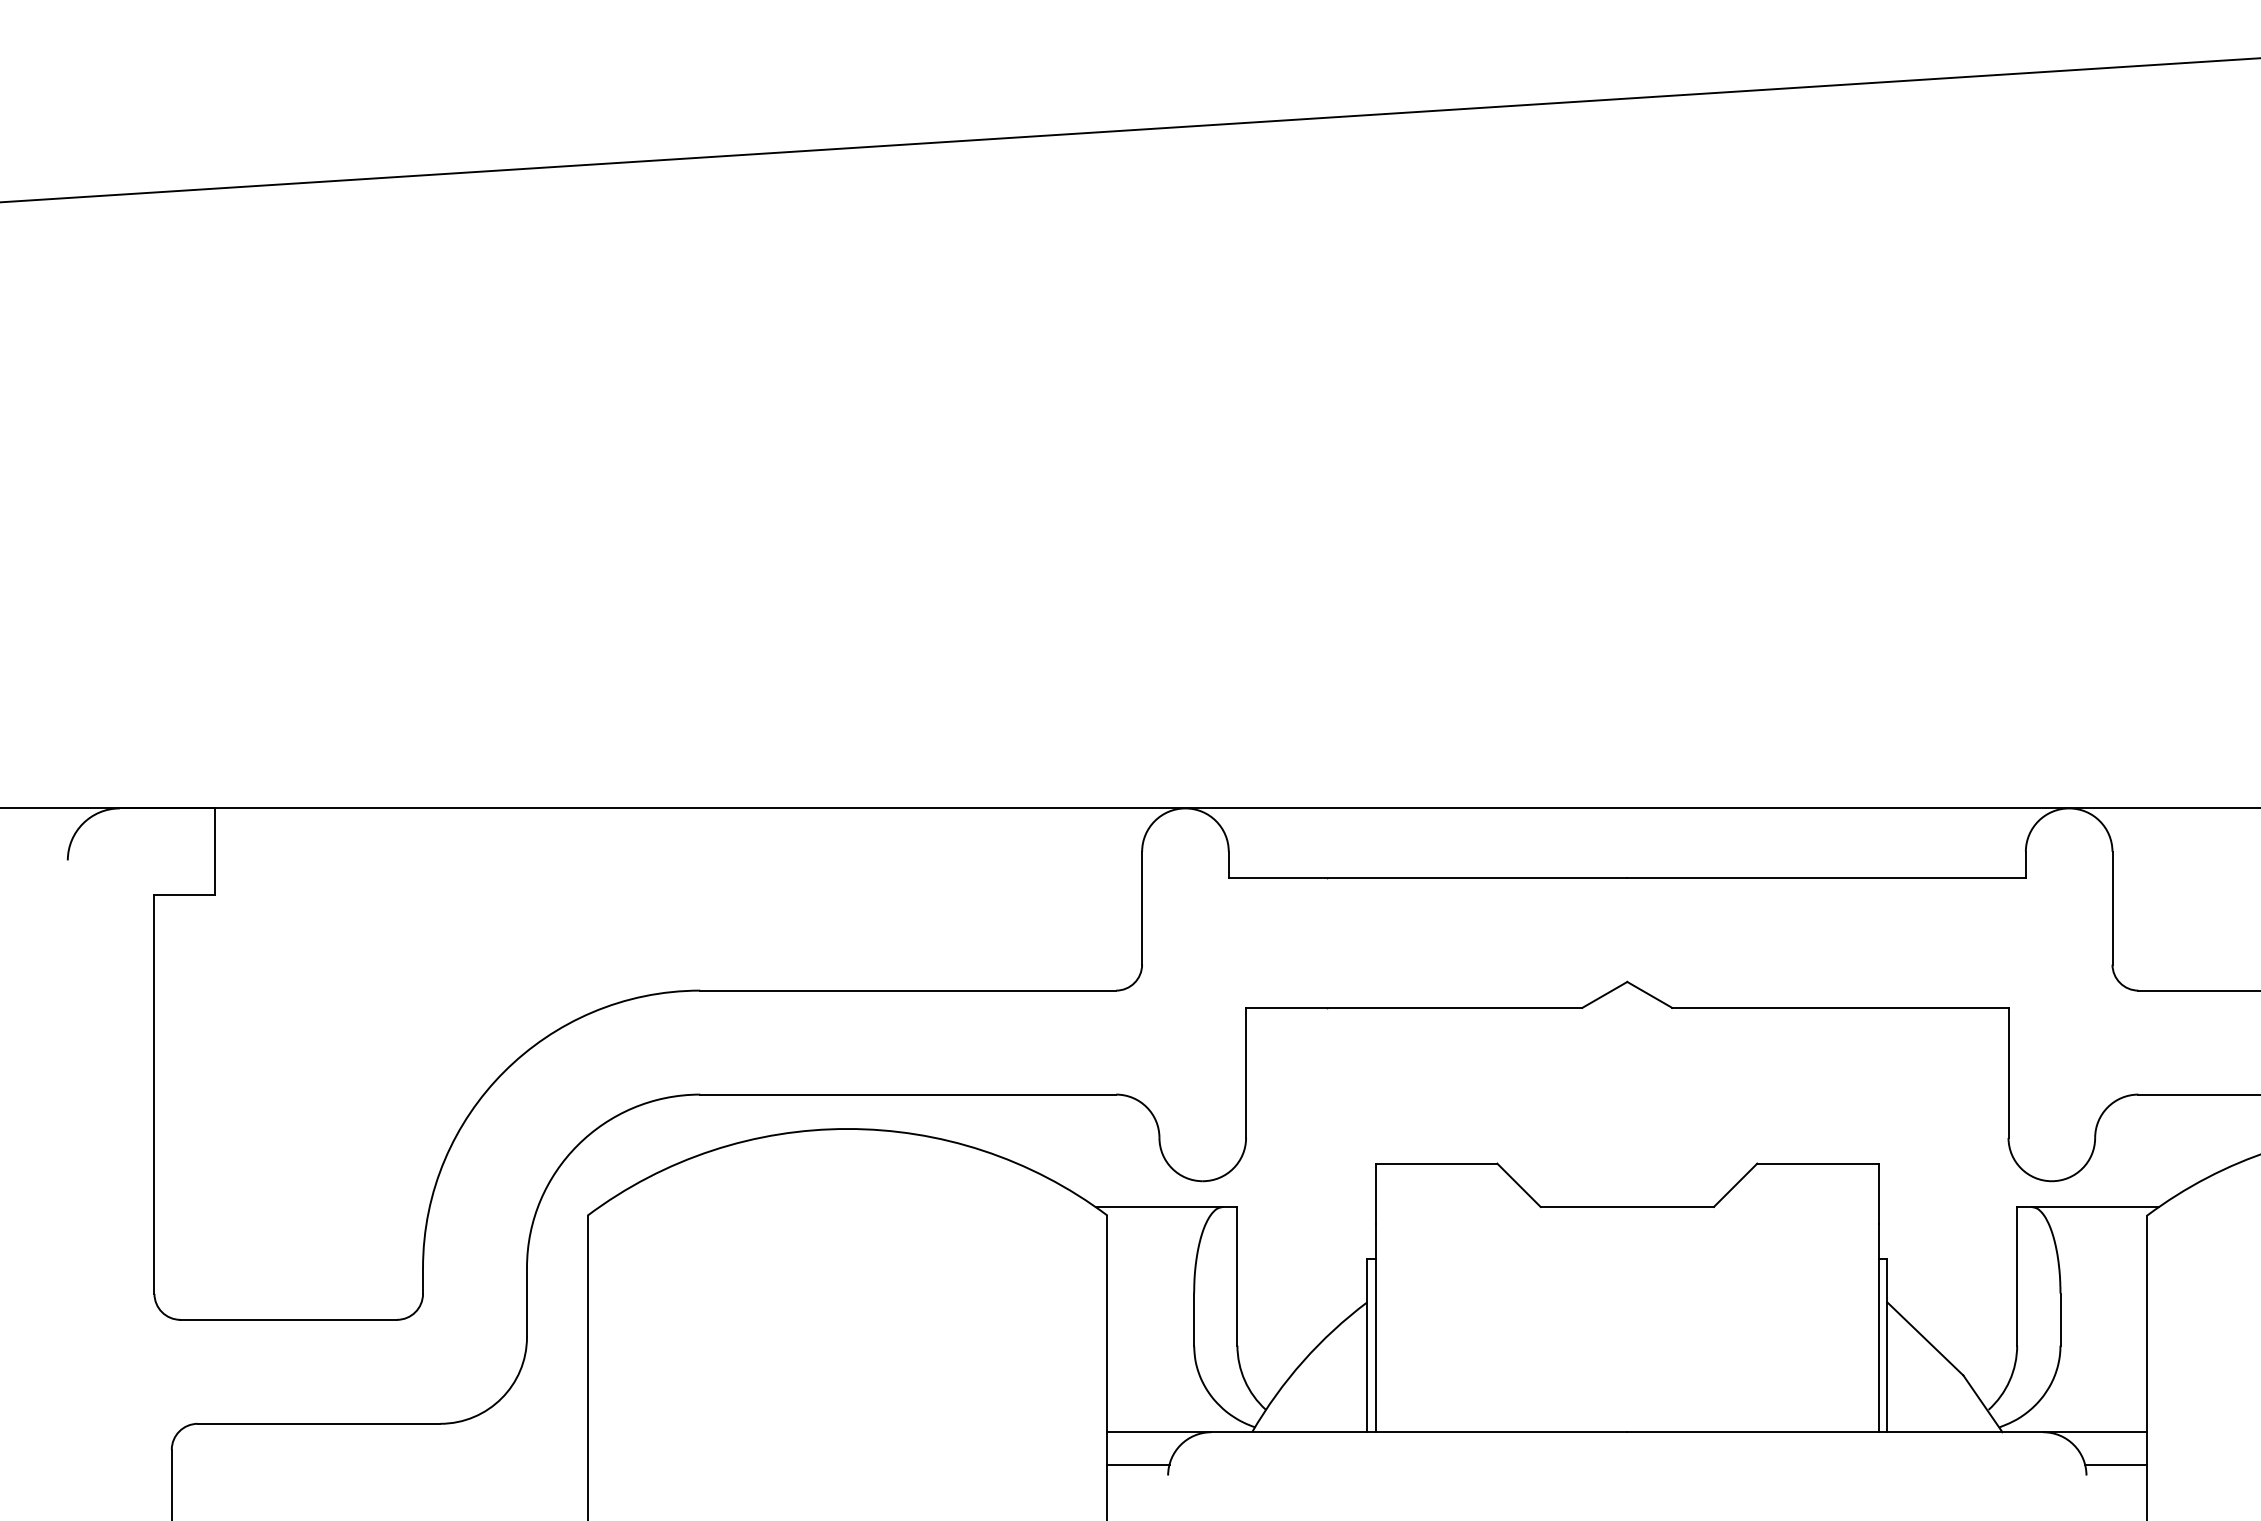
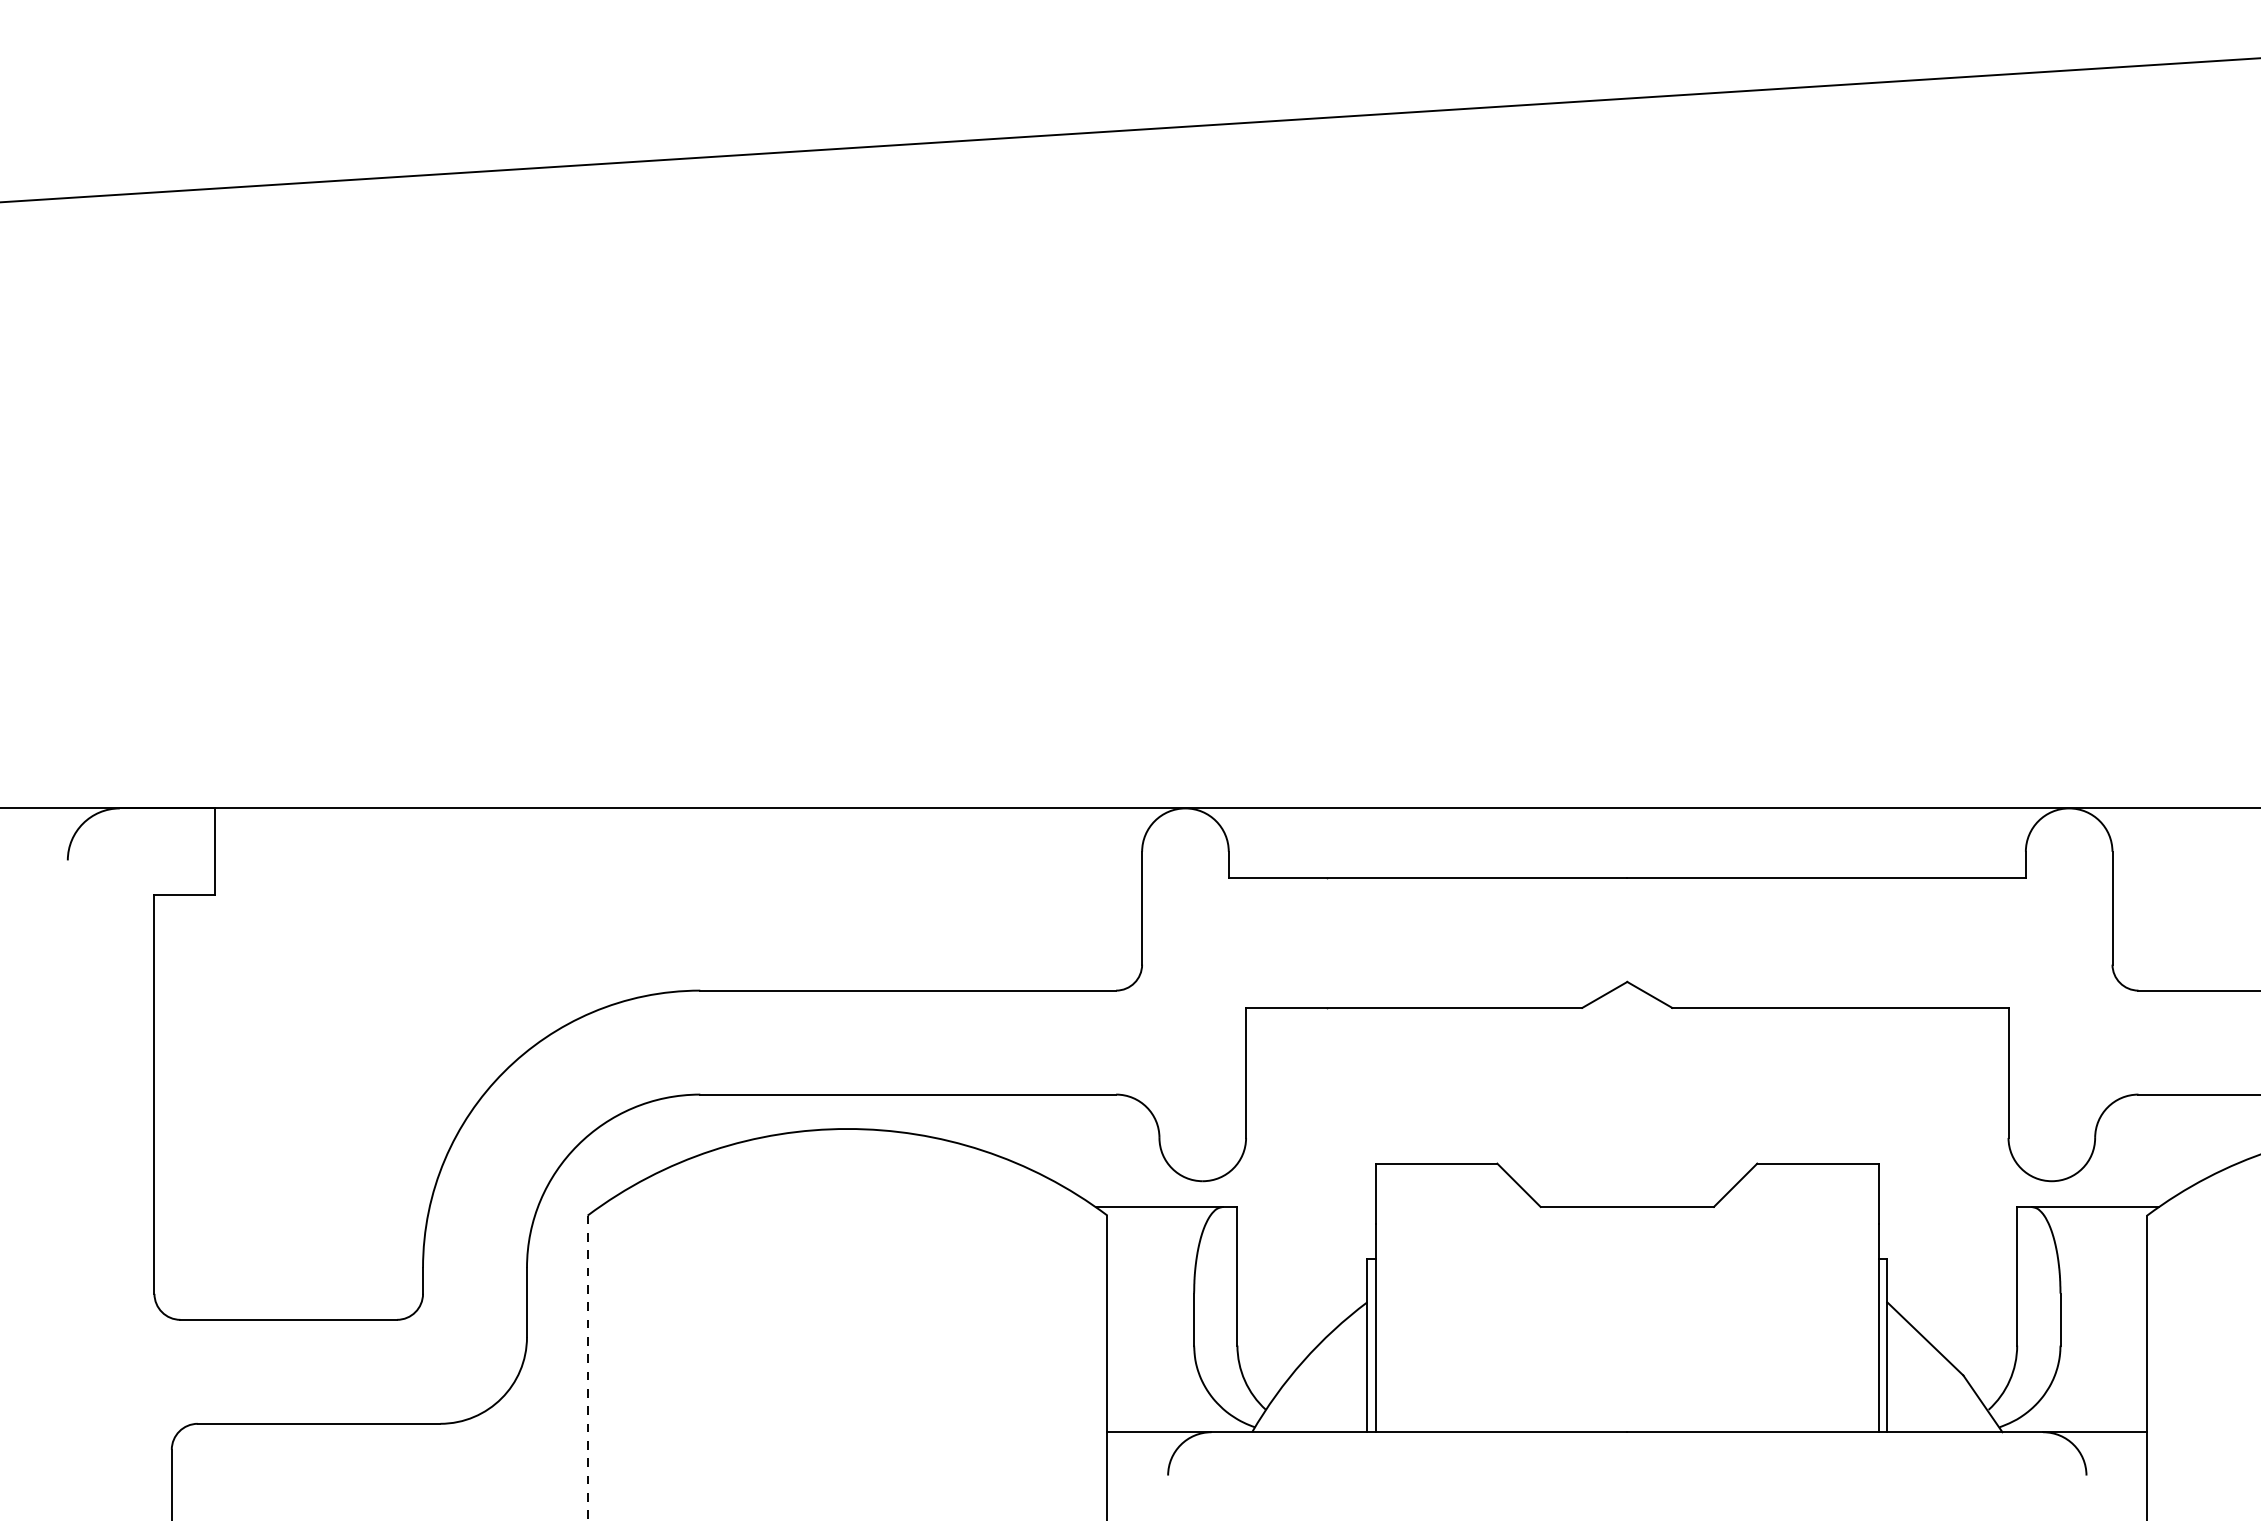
line at (587, 1368): solid -> dashed
line at (1138, 1464): present -> none
line at (2116, 1464): present -> none
